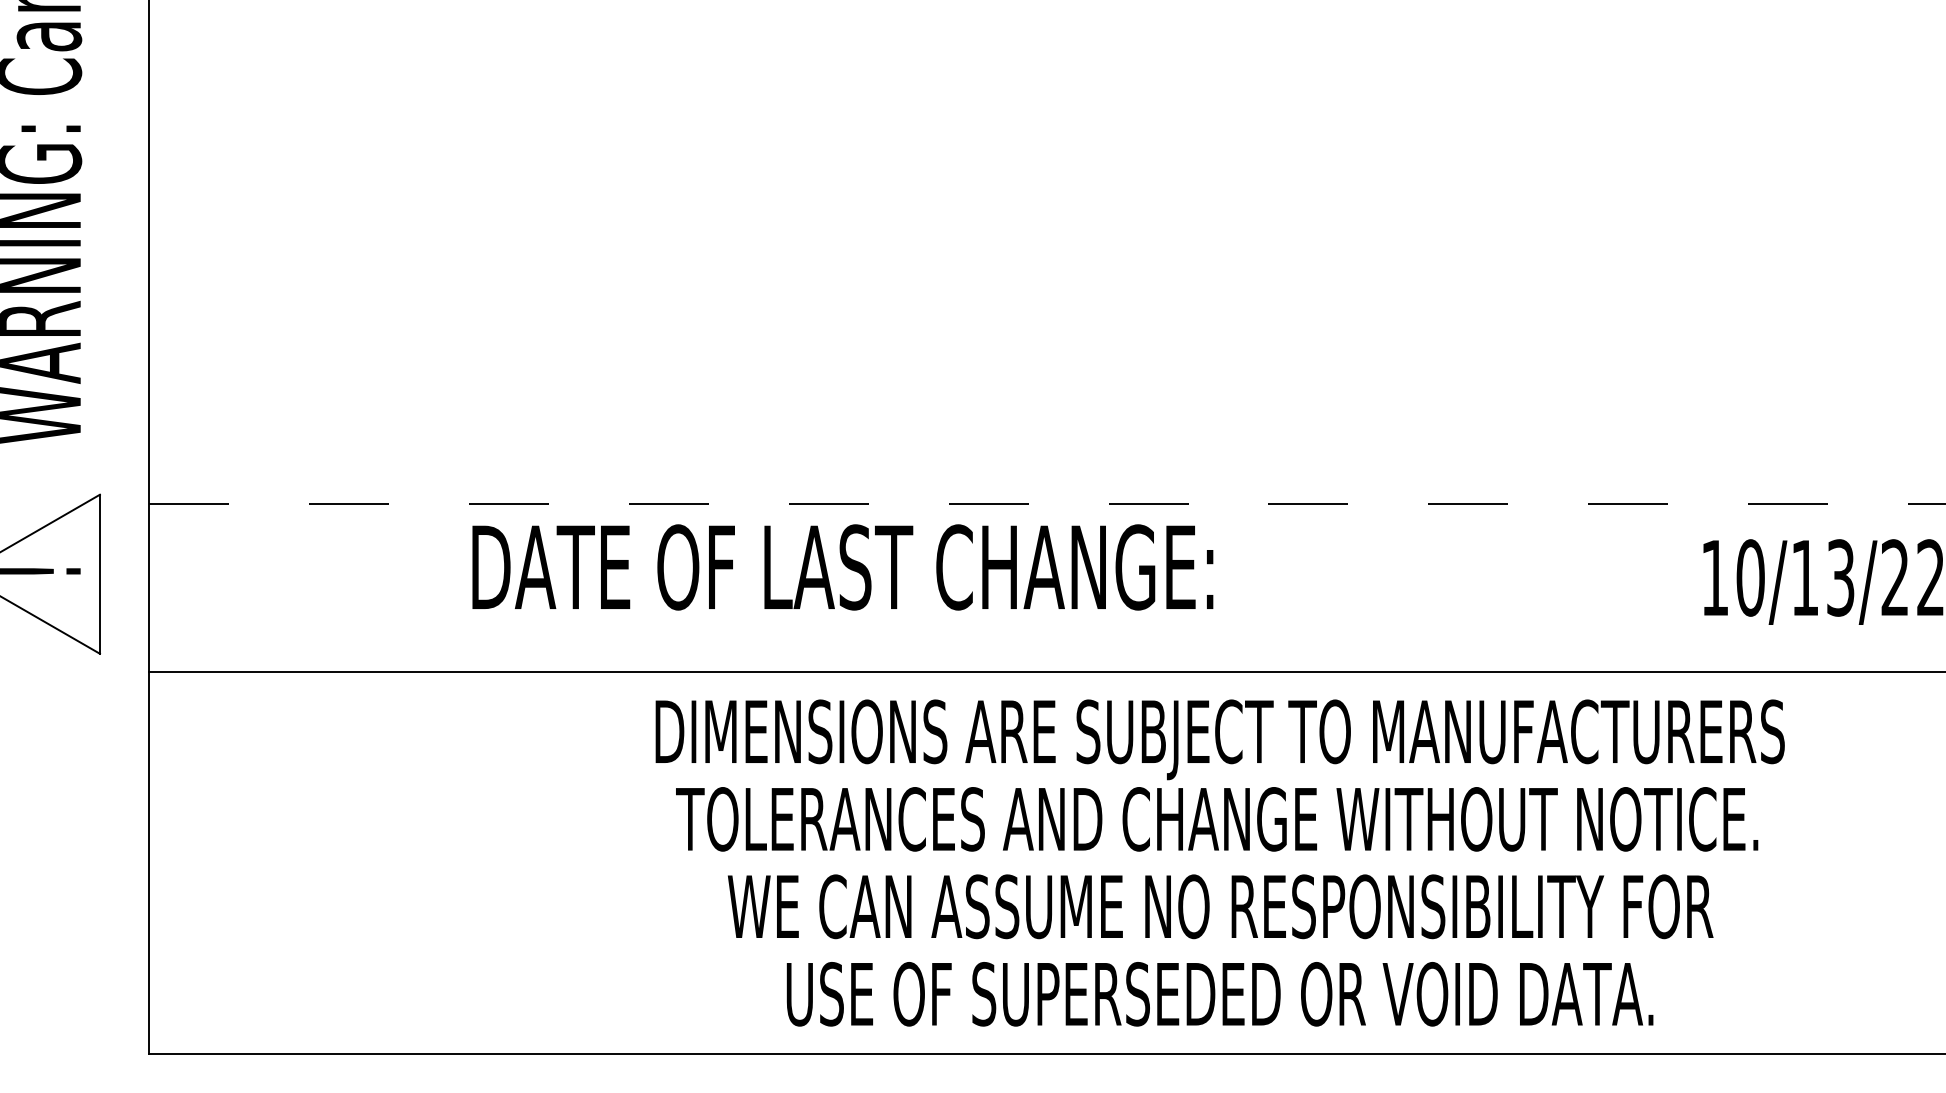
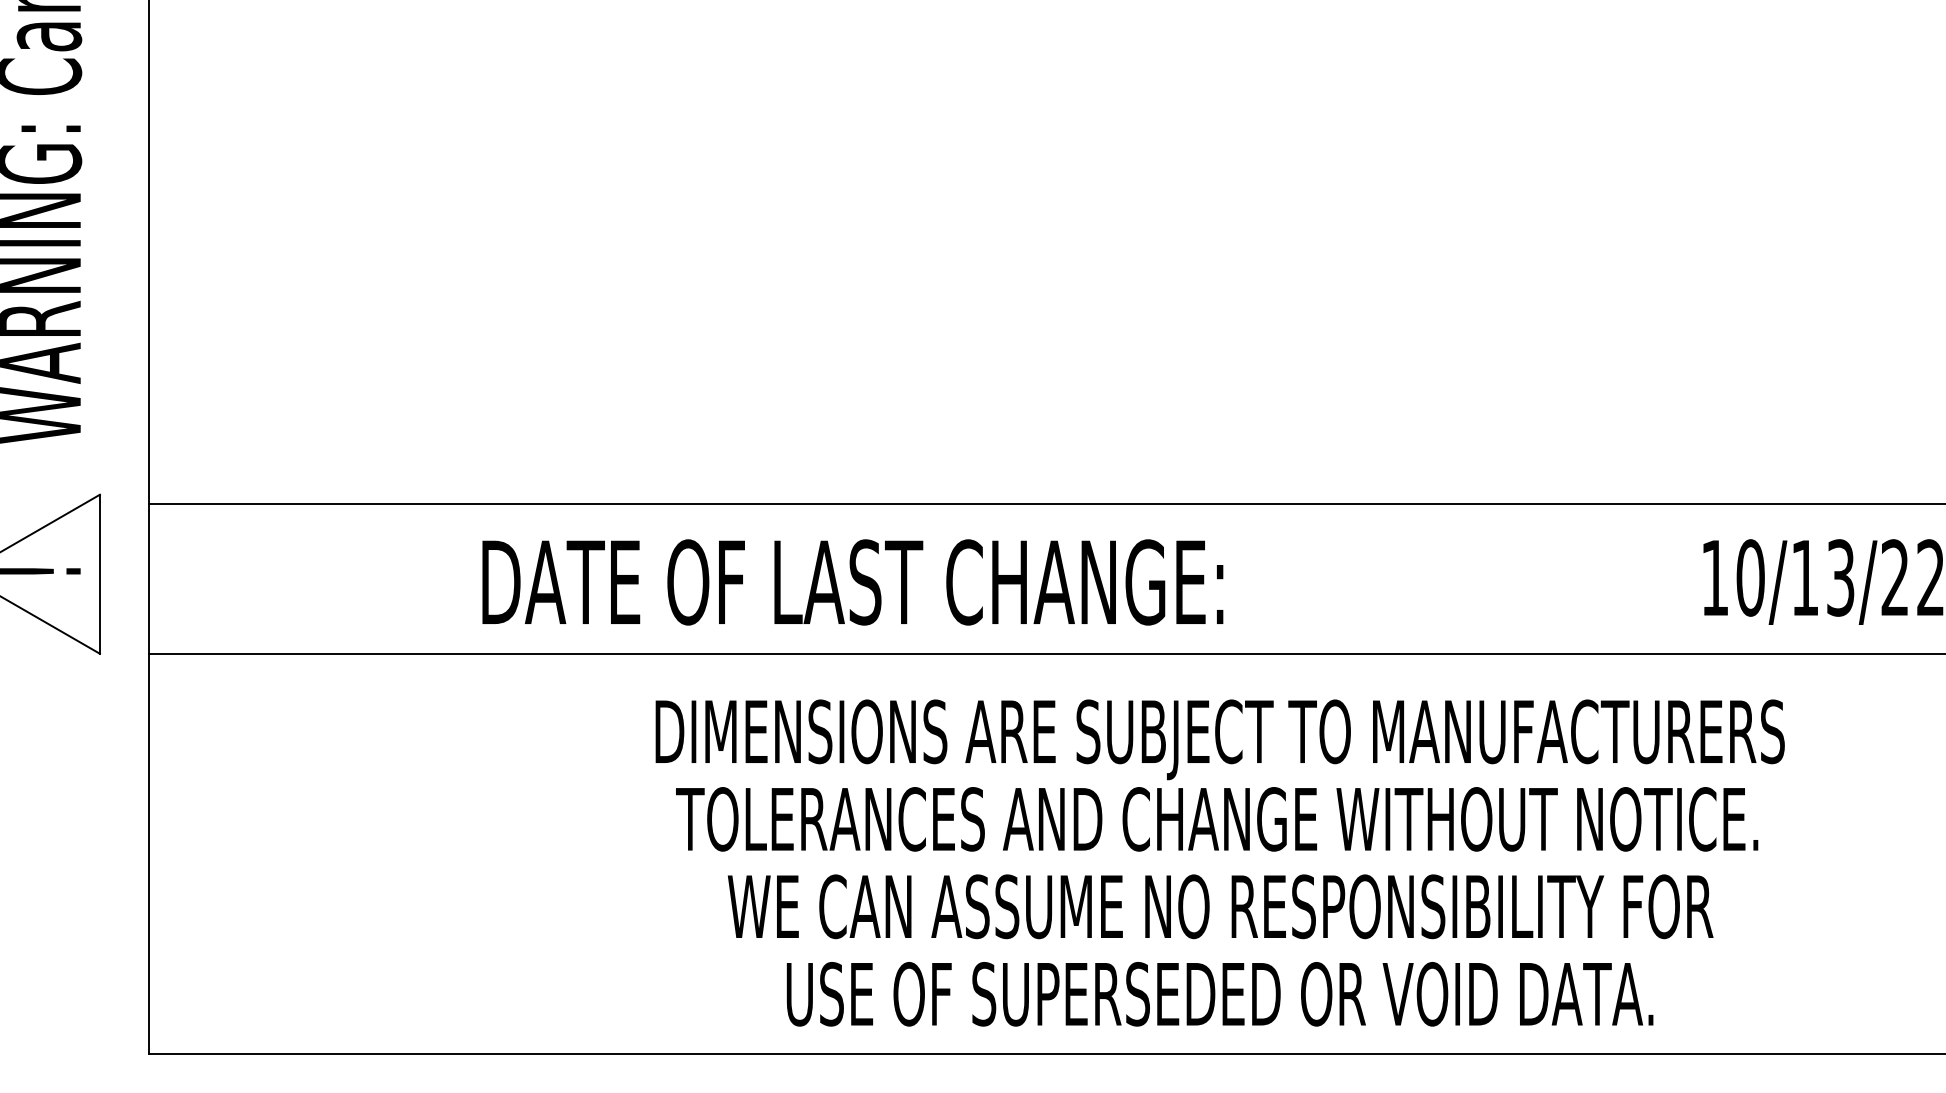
line at (1047, 503): dashed -> solid
text at (842, 567) position: (842, 567) -> (852, 582)
line at (1045, 671) position: (1045, 671) -> (1045, 653)
